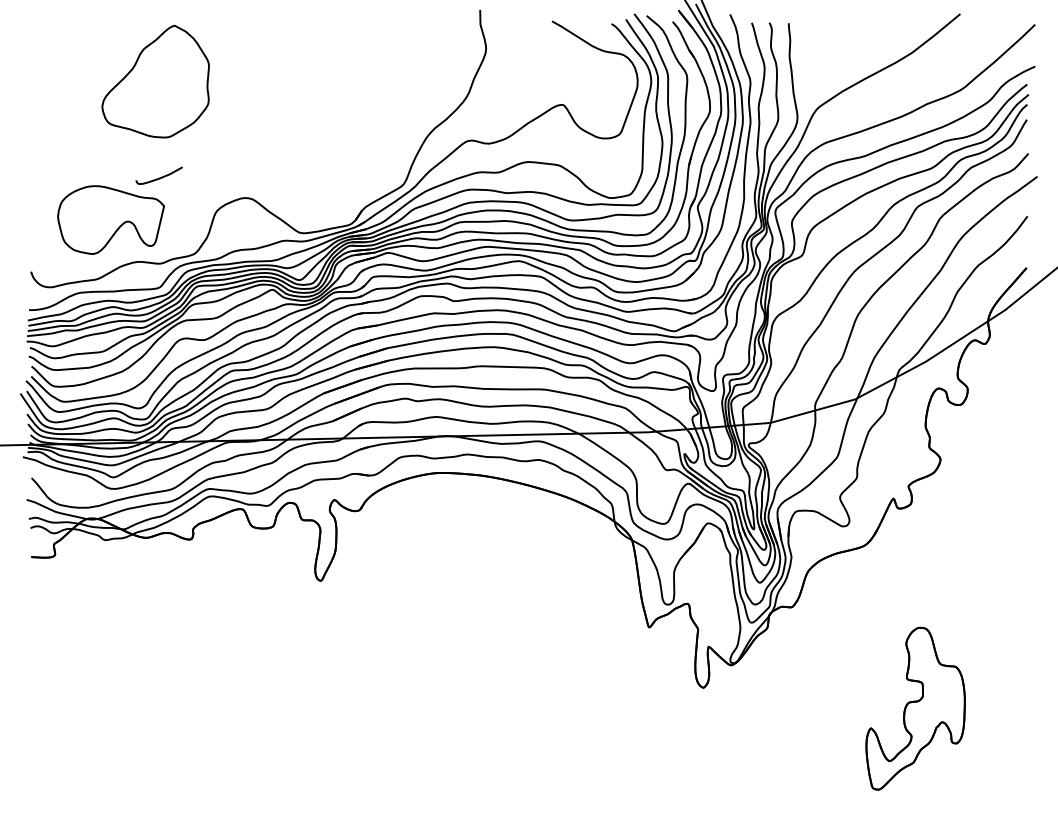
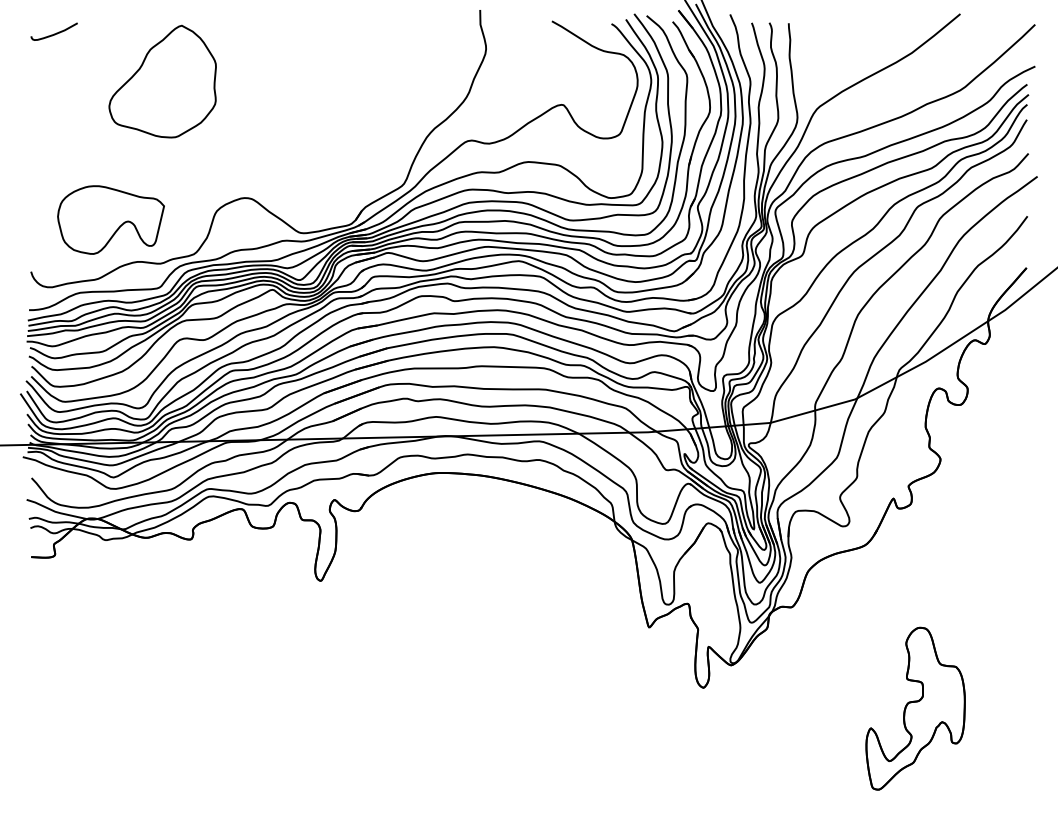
part at (155, 81) position: (155, 81) -> (162, 81)
curve at (159, 177) position: (159, 177) -> (54, 33)
